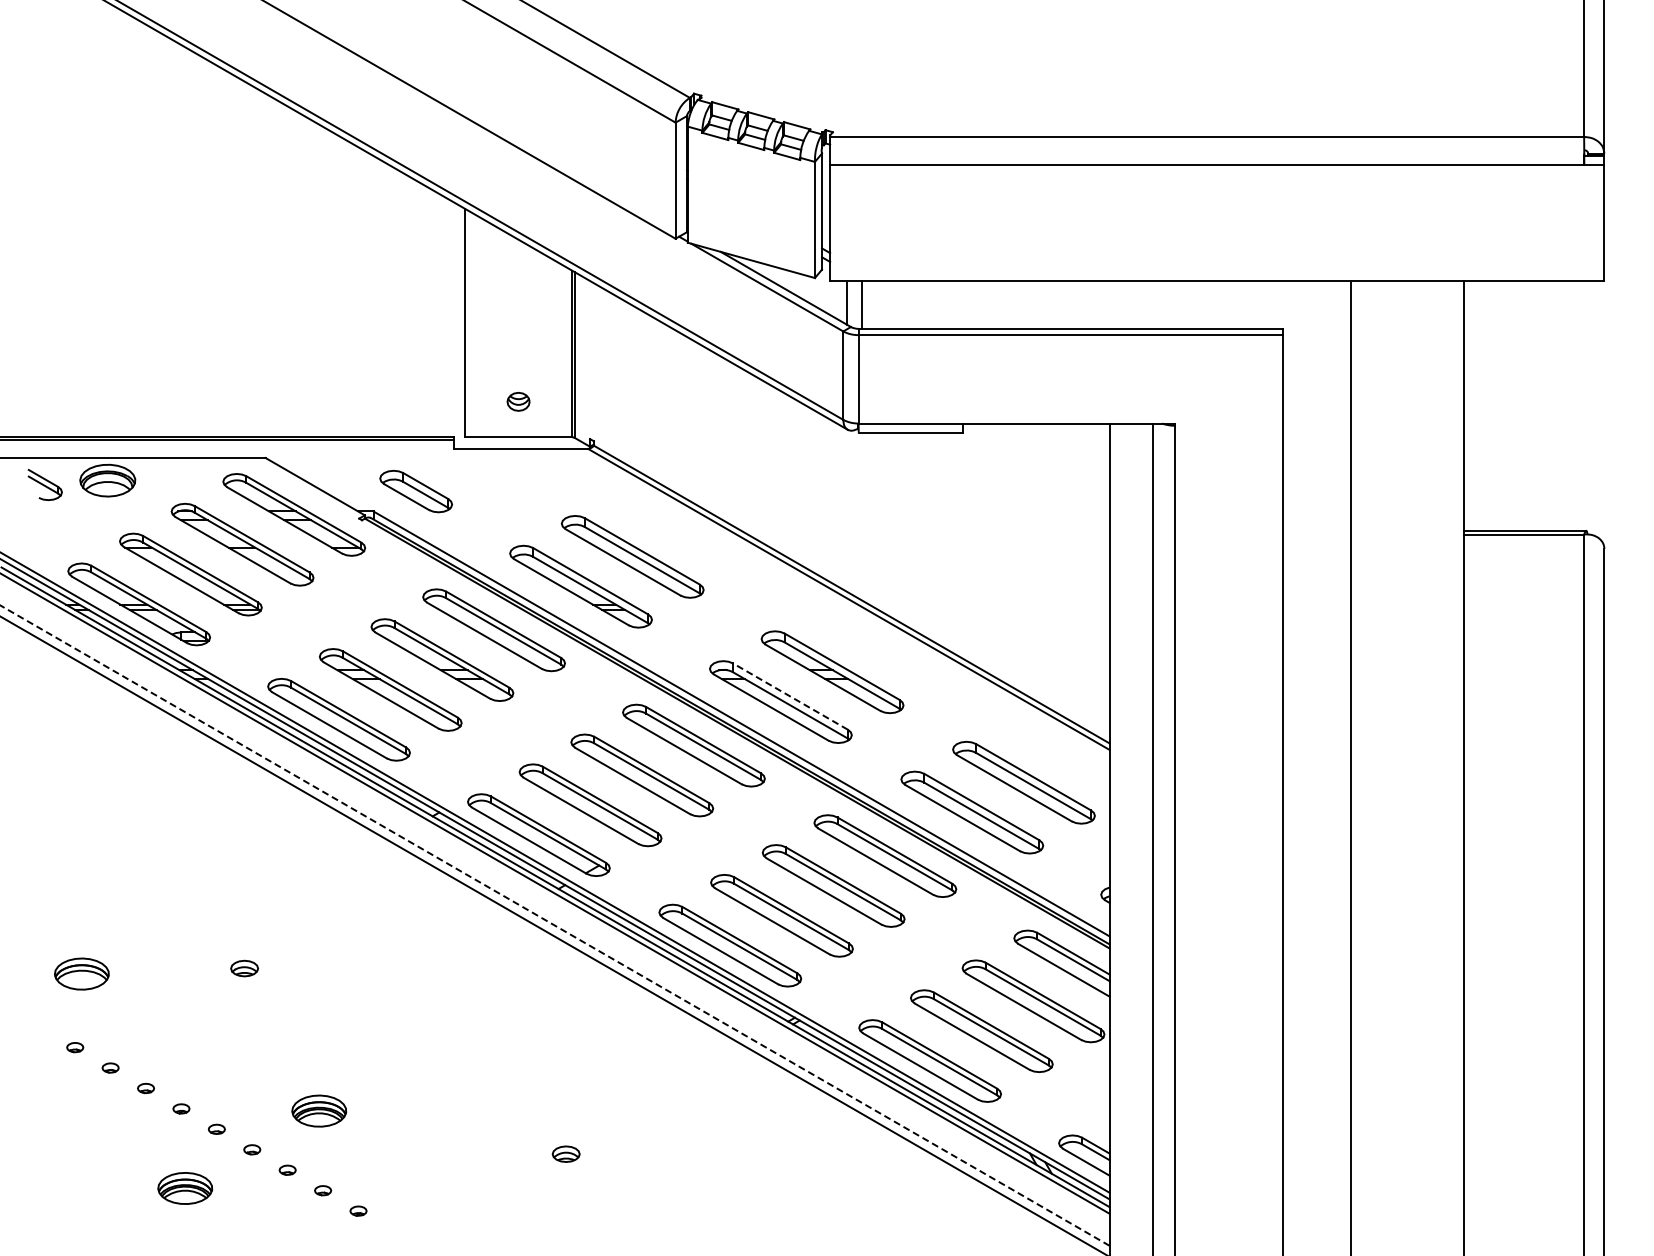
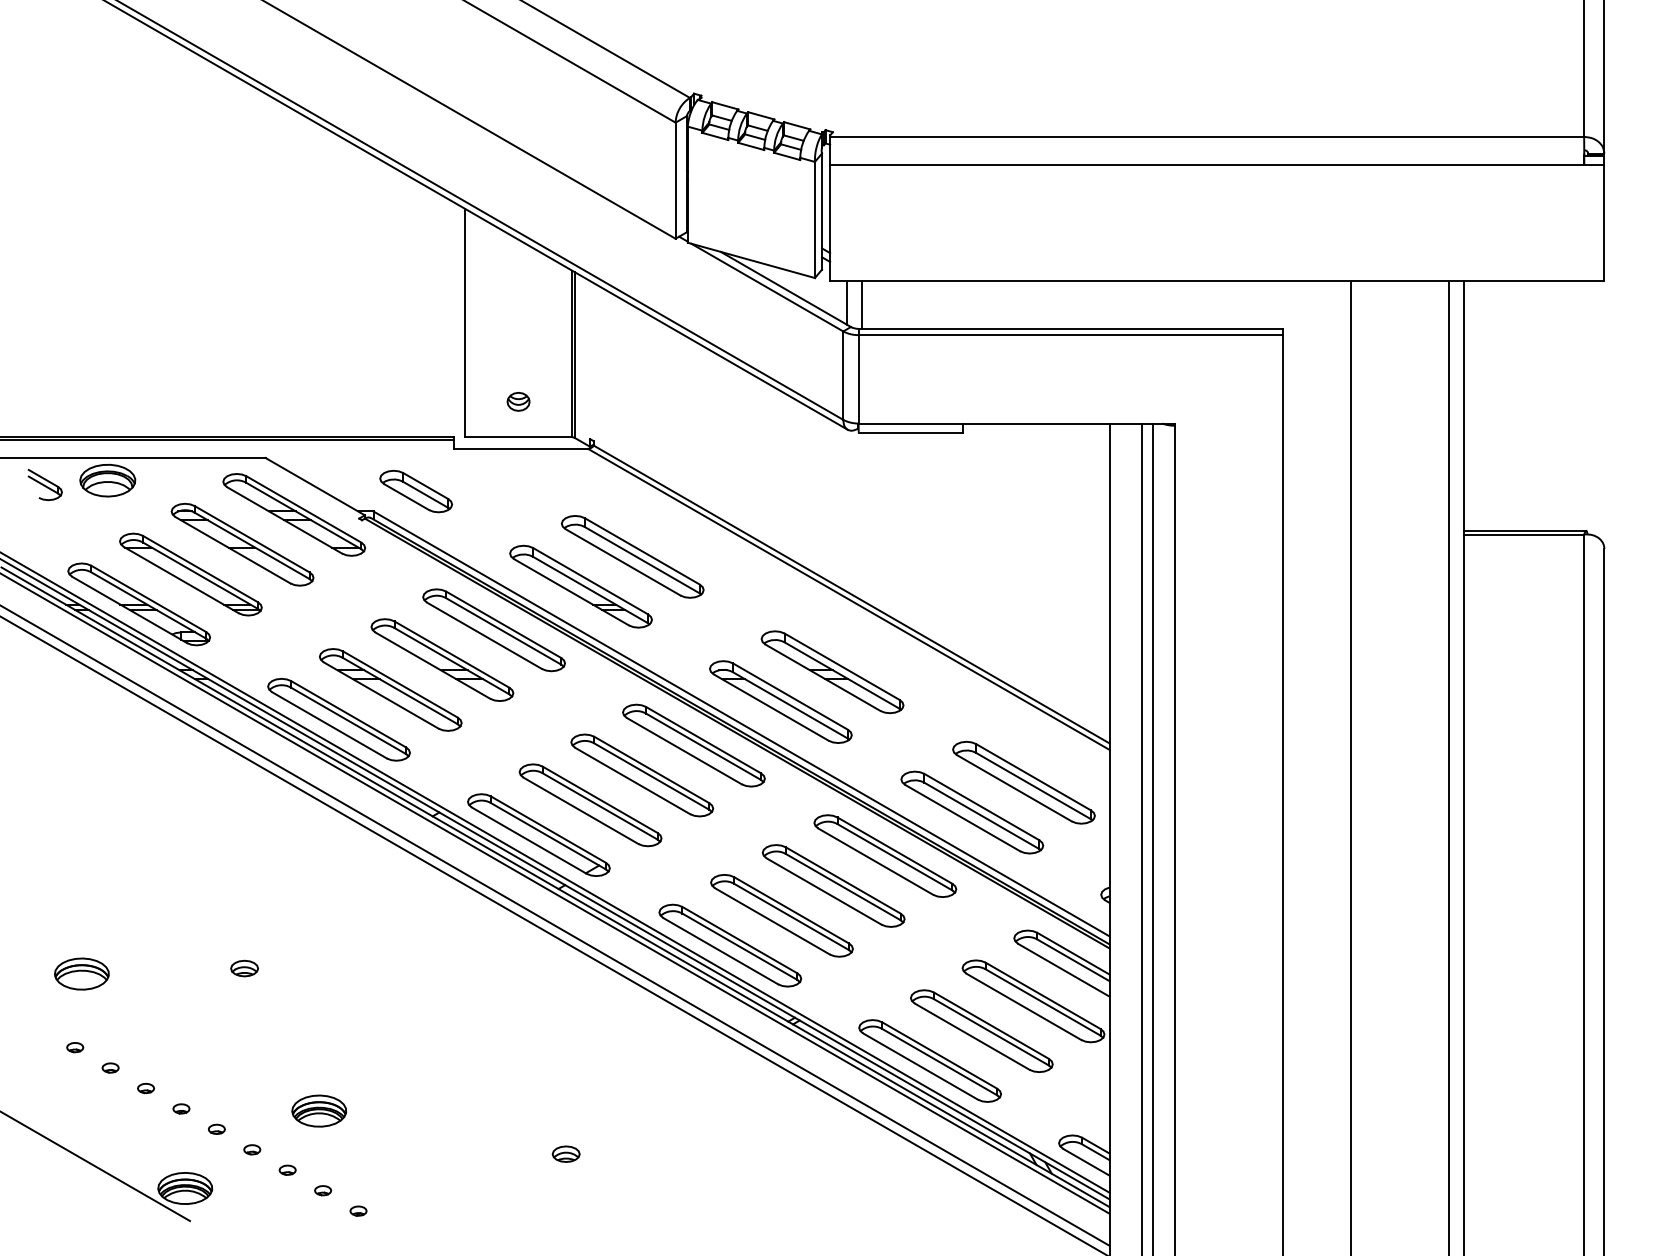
line at (790, 696): dashed -> solid
line at (1448, 766): none -> present
line at (1142, 837): none -> present
line at (554, 925): dashed -> solid
line at (96, 1166): none -> present
